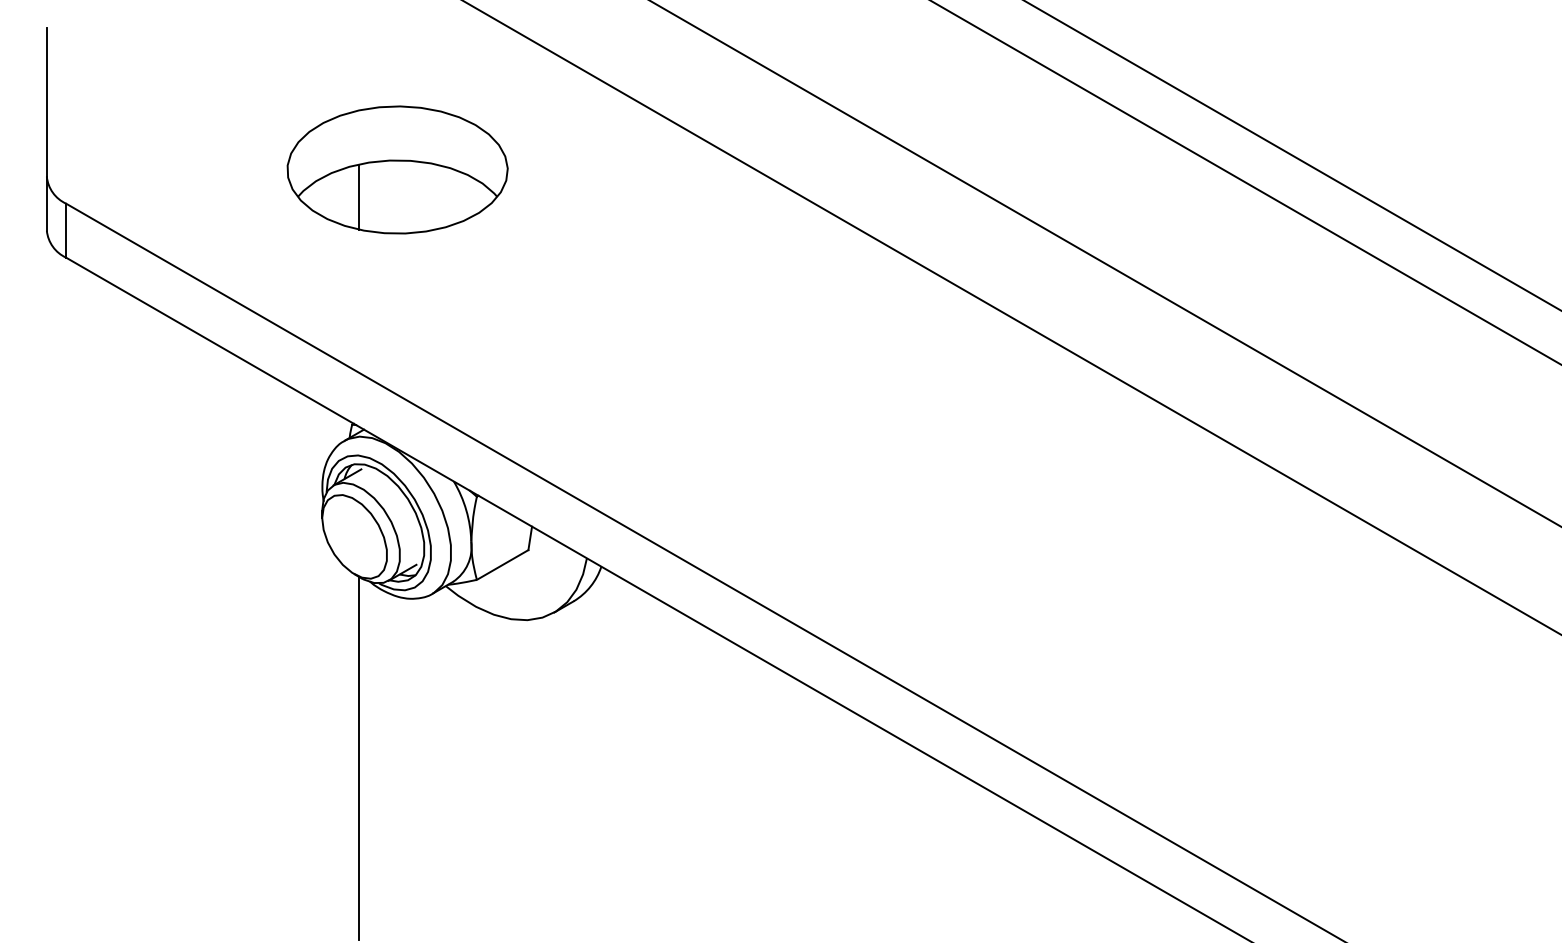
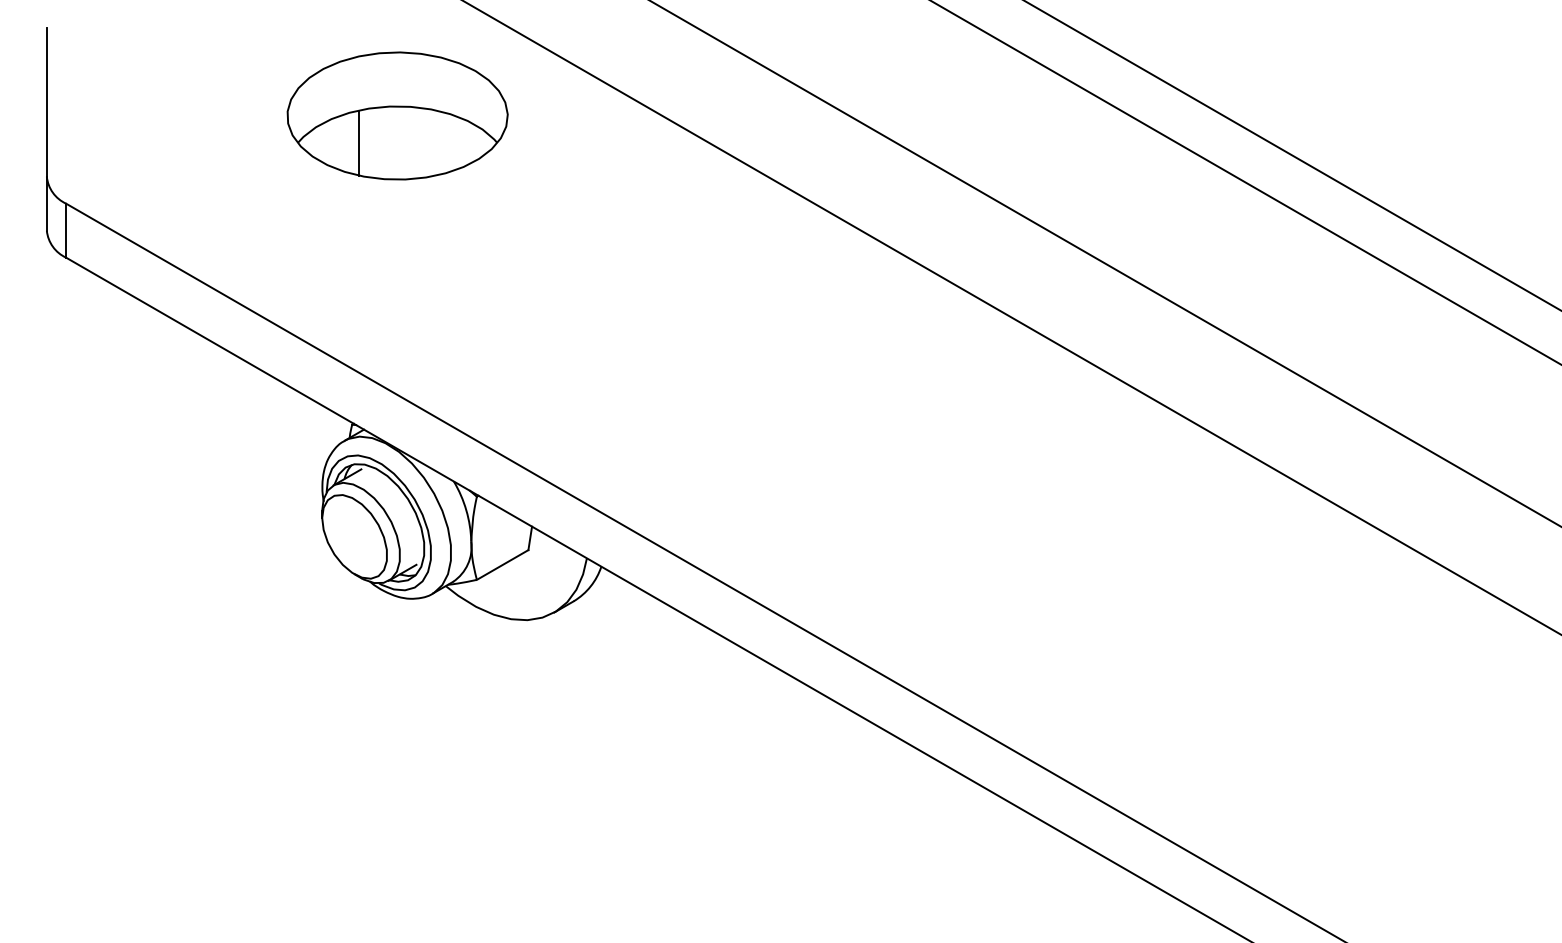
part at (397, 169) position: (397, 169) -> (397, 115)
line at (358, 757): present -> none
